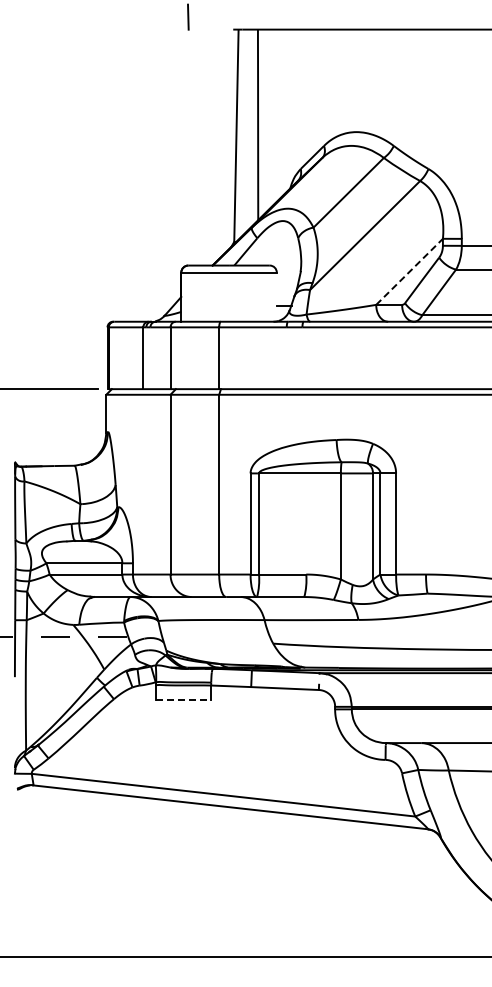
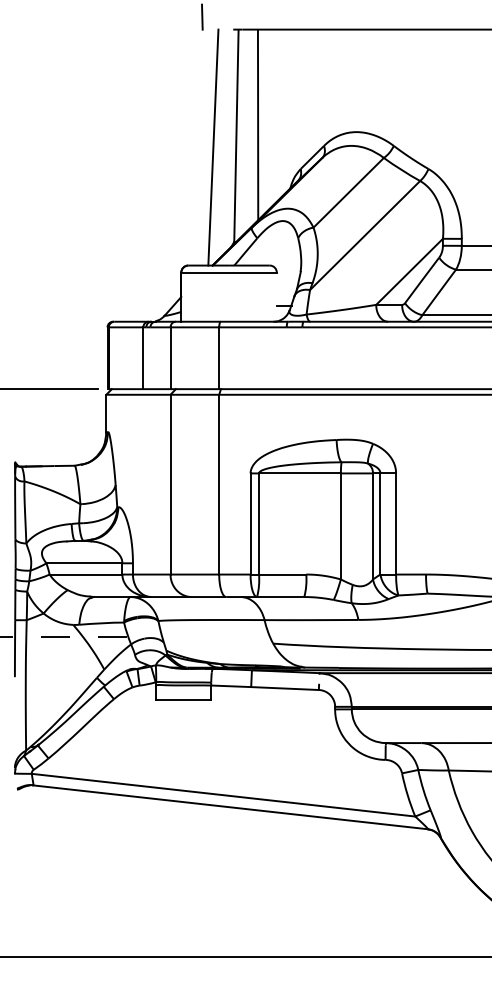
line at (188, 16) position: (188, 16) -> (202, 16)
line at (213, 147): none -> present
line at (409, 271): dashed -> solid
line at (184, 700): dashed -> solid
